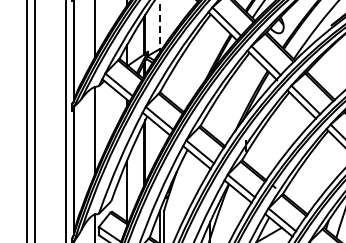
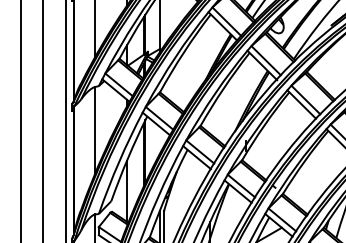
line at (160, 26): dashed -> solid
line at (27, 120) position: (27, 120) -> (21, 120)
line at (34, 120) position: (34, 120) -> (42, 120)
